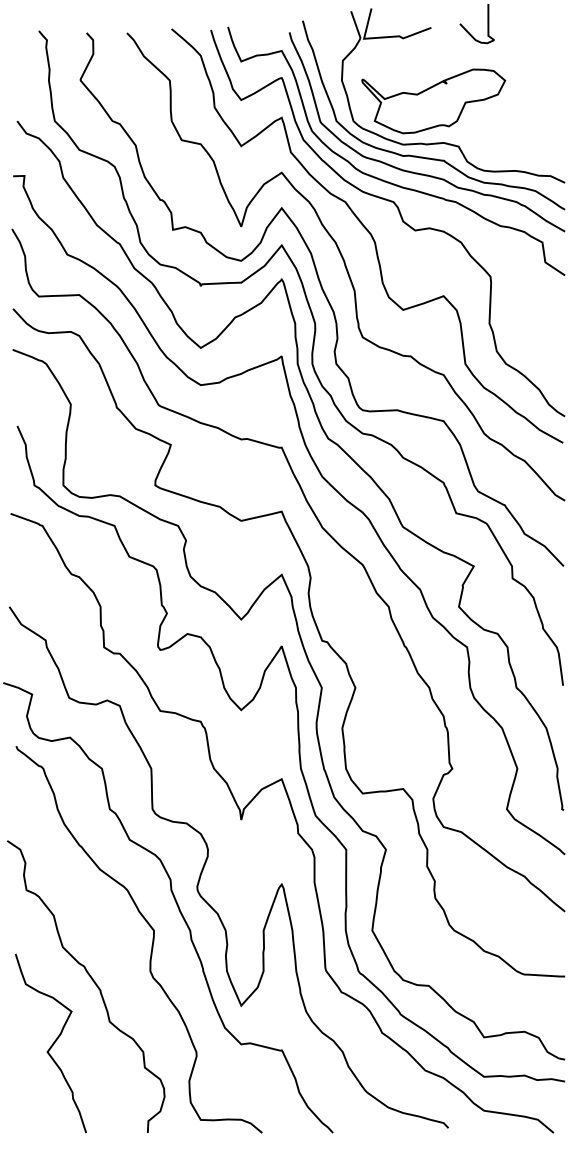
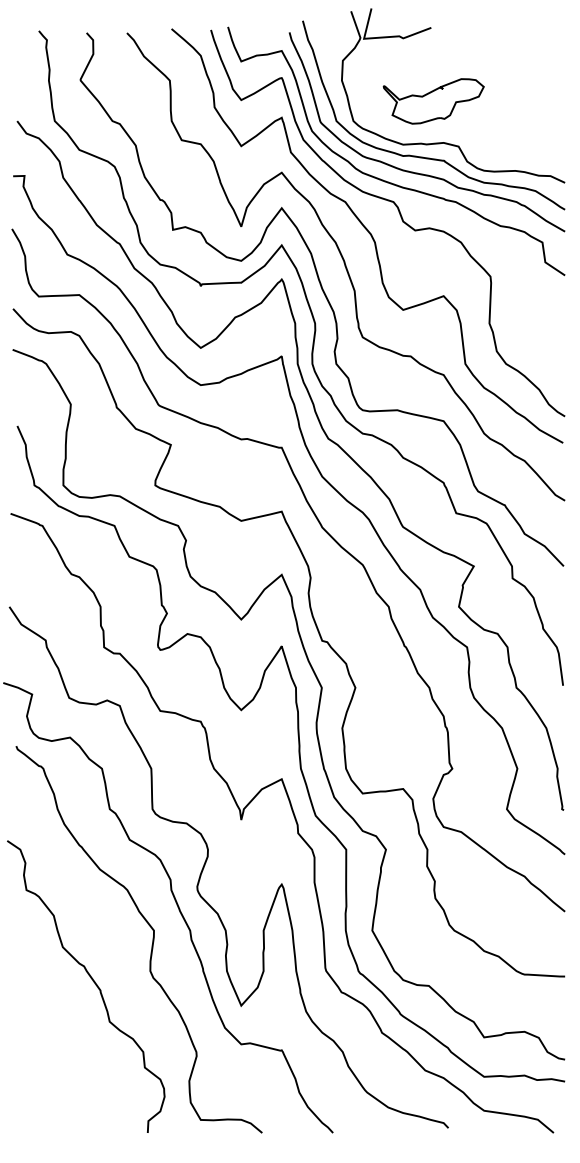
curve at (468, 31): present -> none
part at (433, 101) size: 146x67 px -> 103x47 px
curve at (51, 1044): present -> none
